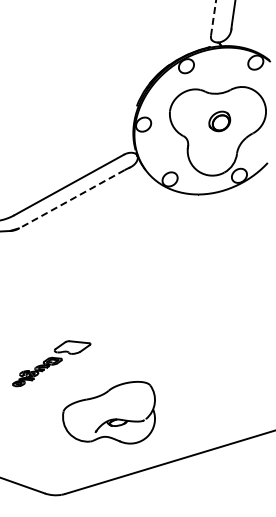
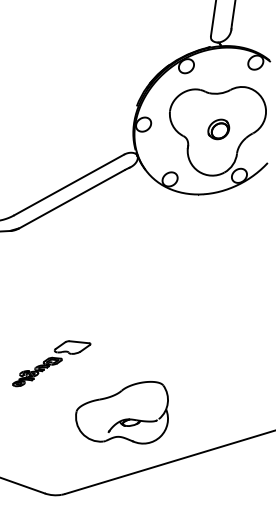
line at (213, 17): dashed -> solid
part at (219, 121) position: (219, 121) -> (218, 129)
line at (71, 199): dashed -> solid
part at (108, 412) position: (108, 412) -> (121, 412)
